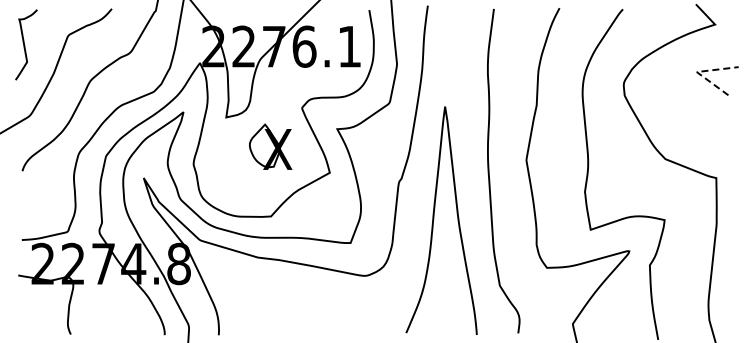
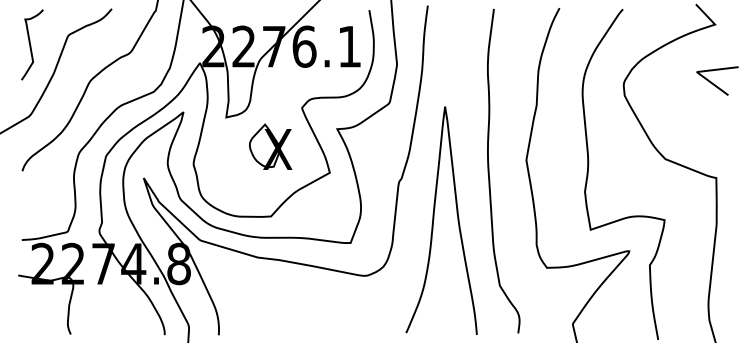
curve at (25, 45) position: (25, 45) -> (31, 45)
line at (697, 71): dashed -> solid
